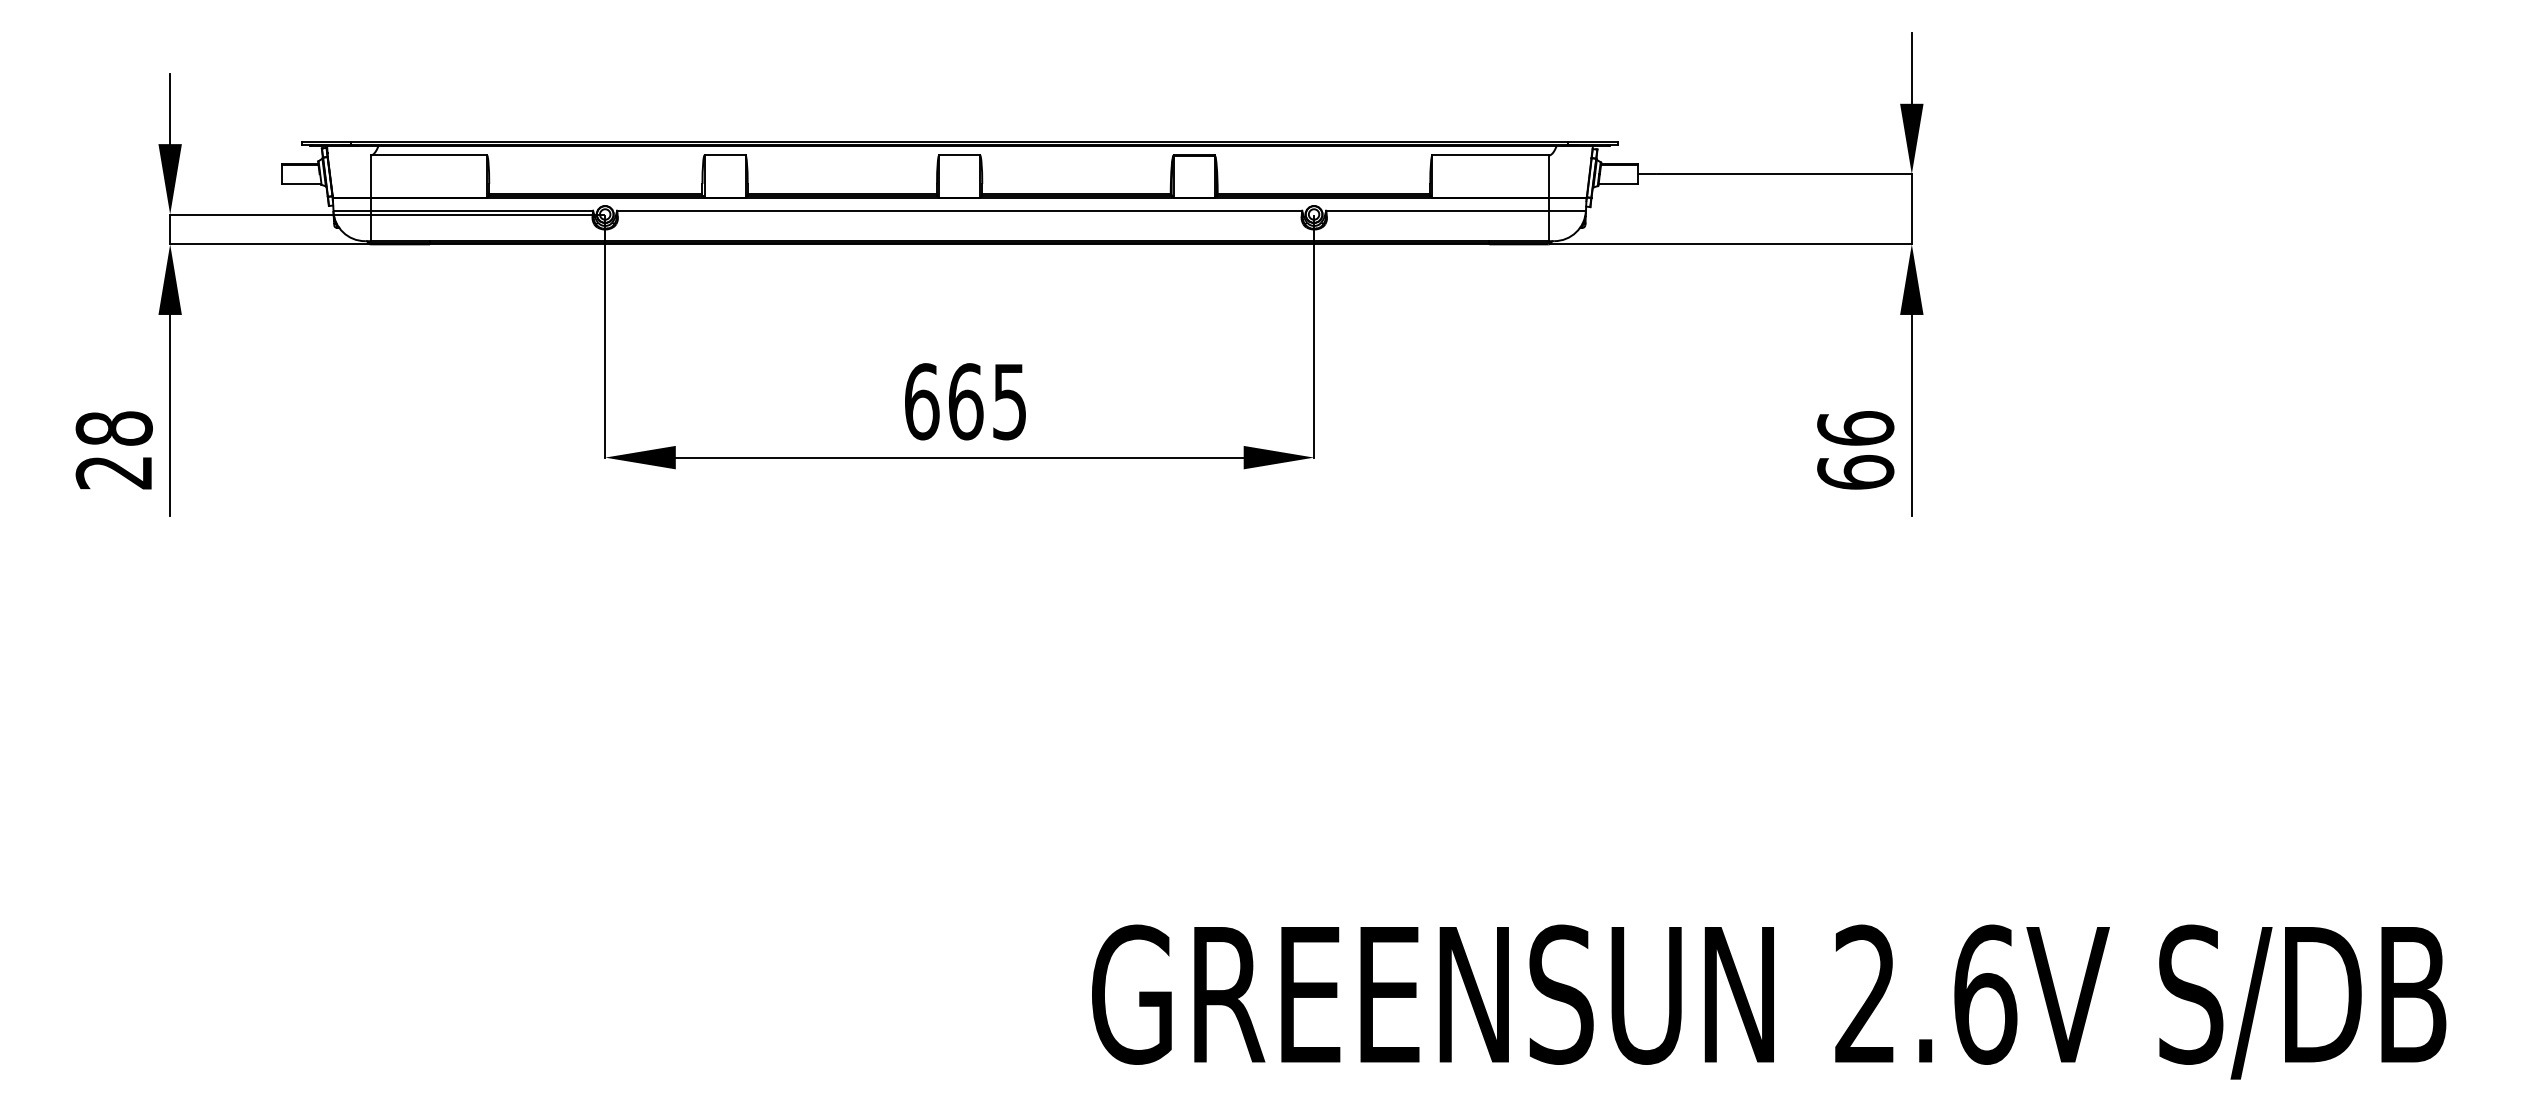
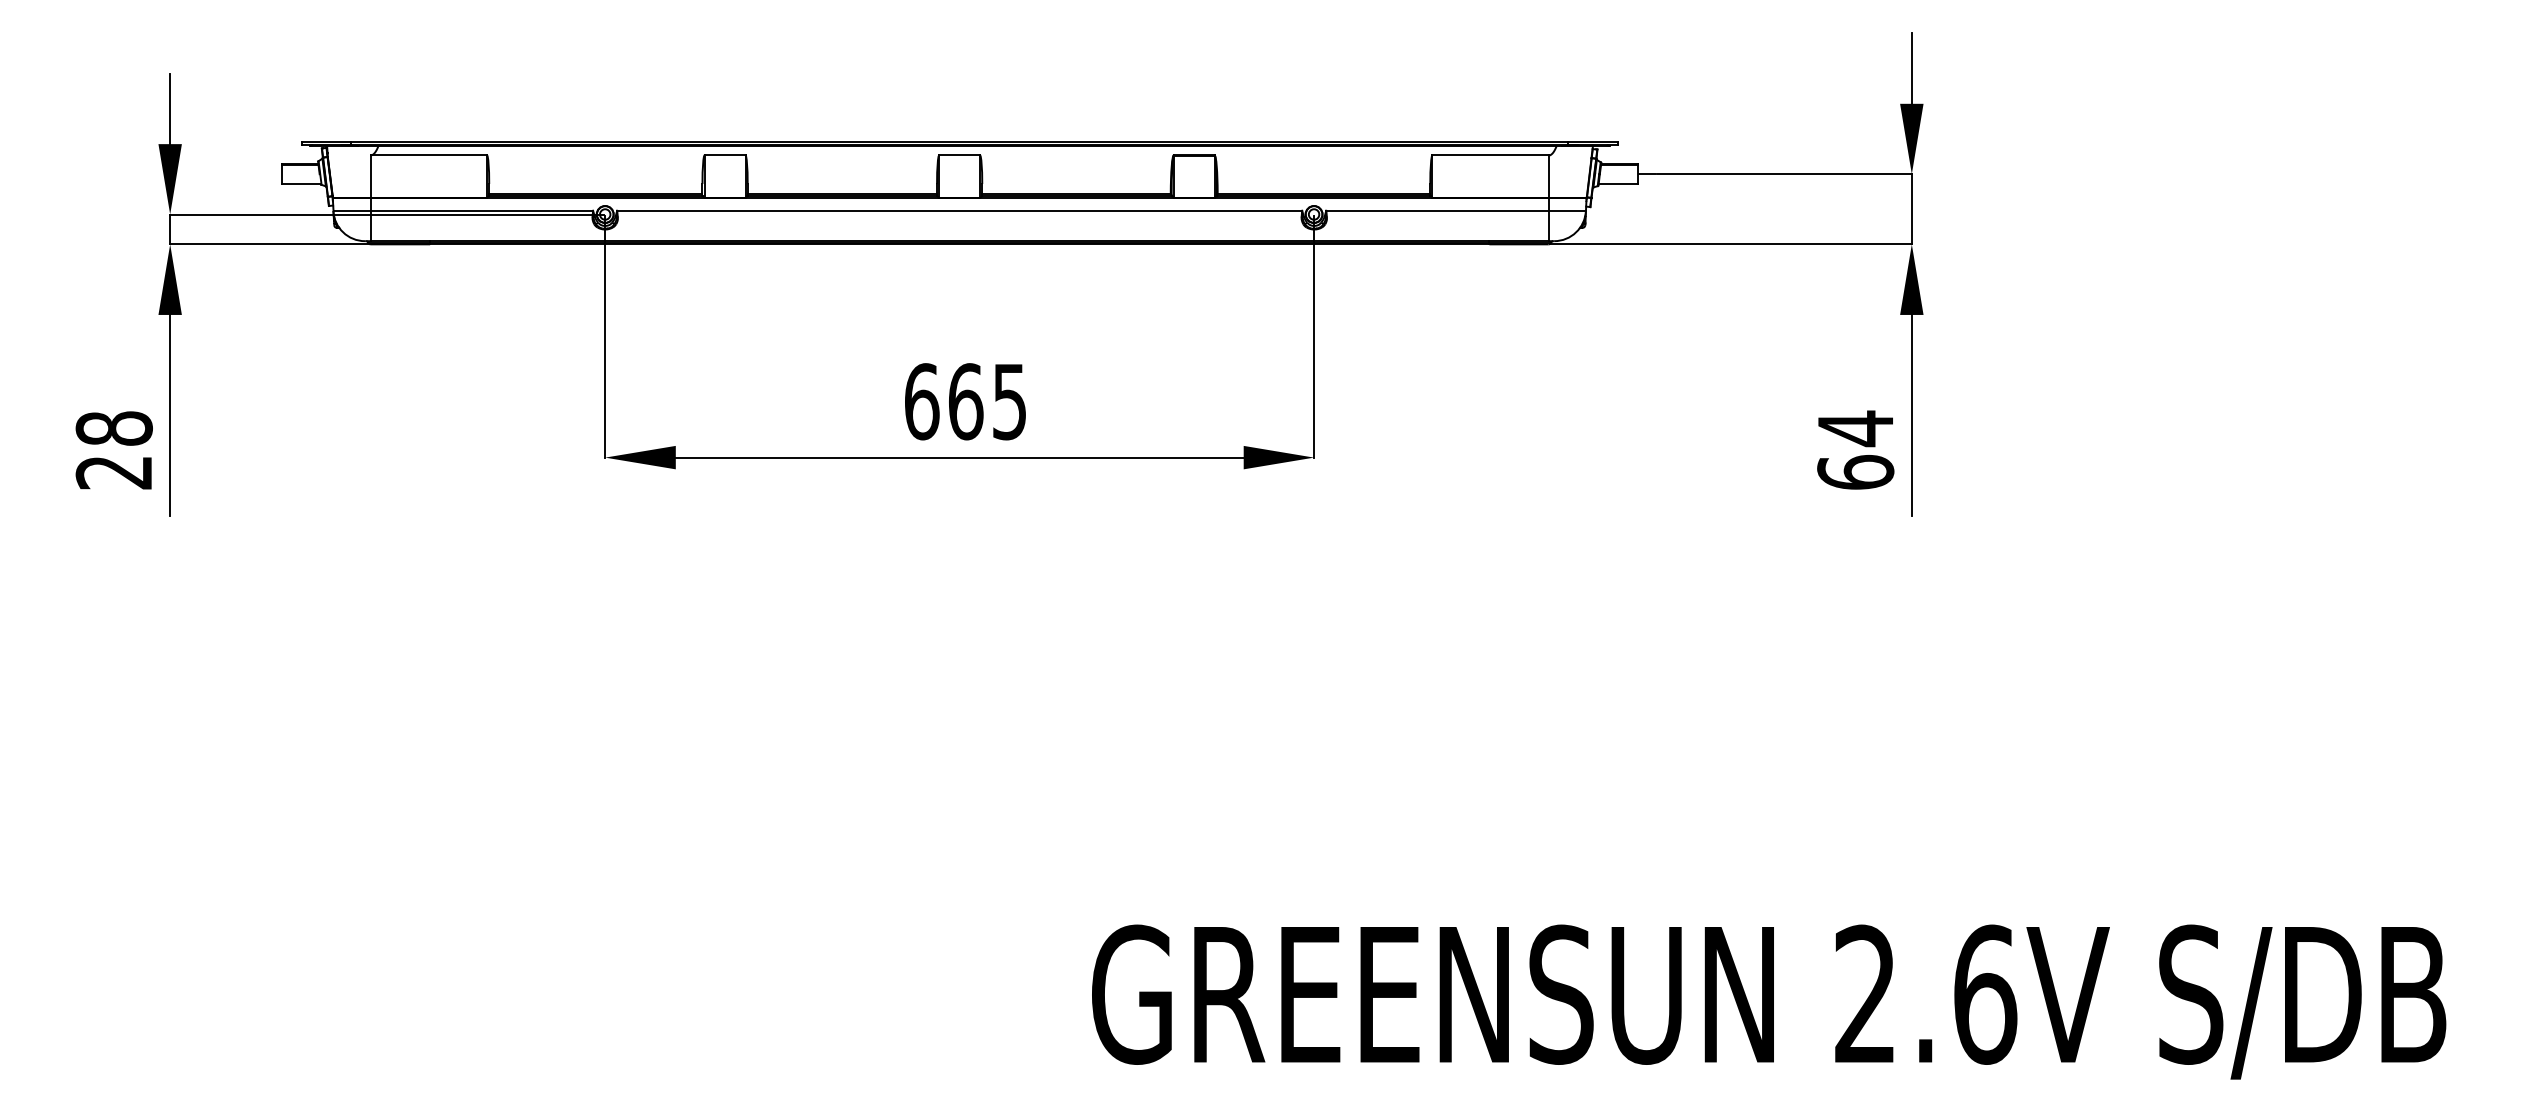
text at (1855, 428): 66 -> 64
